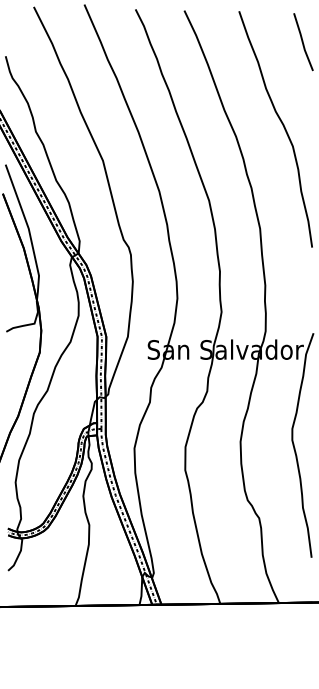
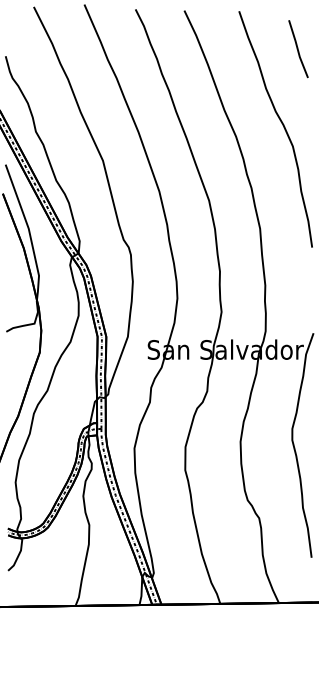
line at (303, 42) position: (303, 42) -> (298, 49)
